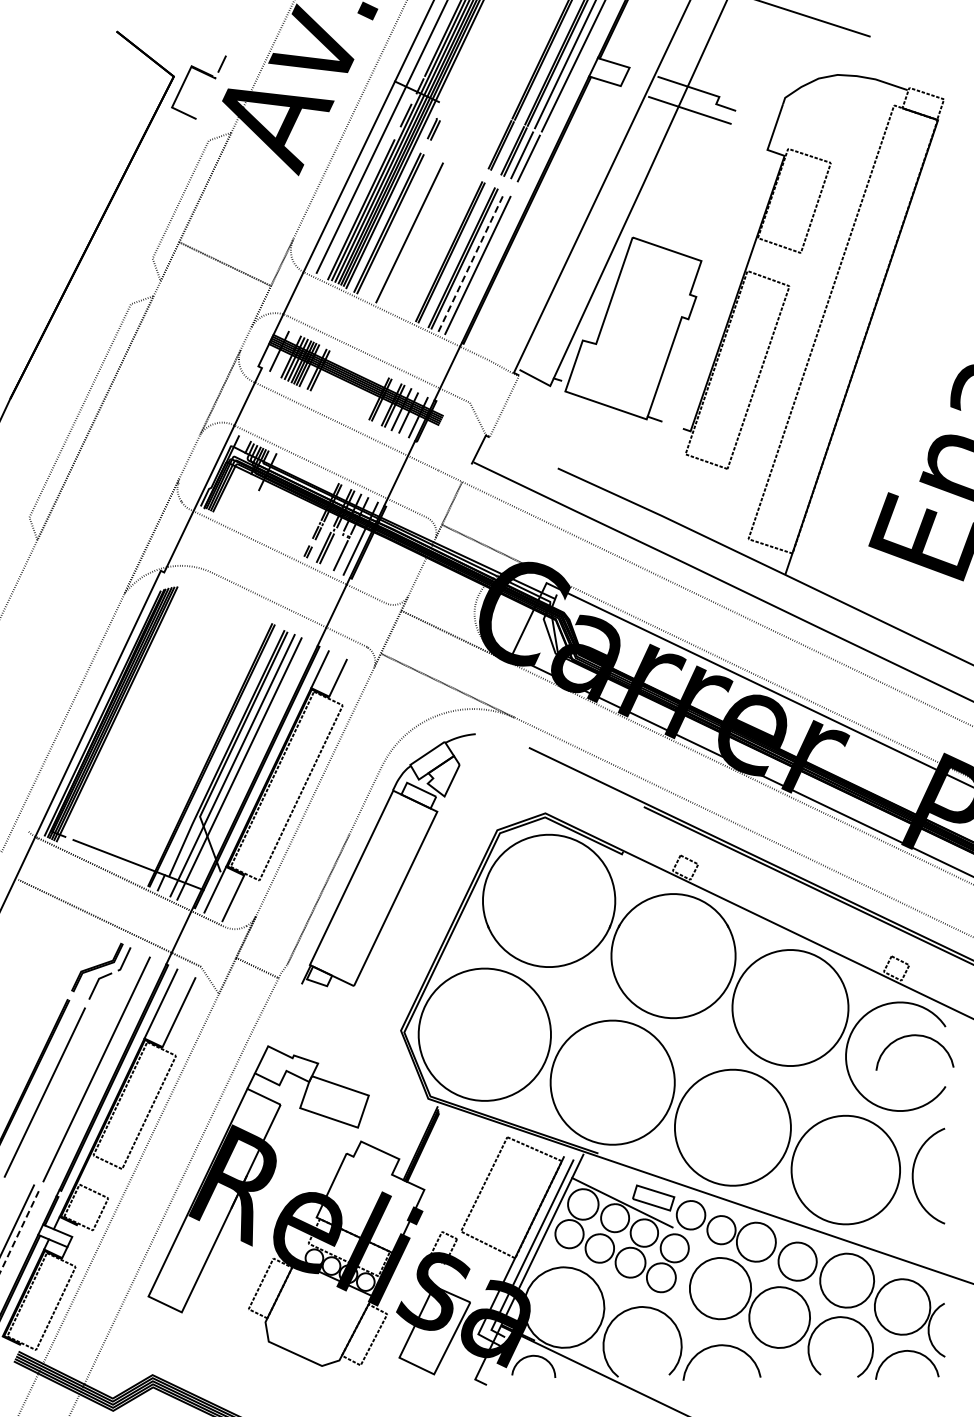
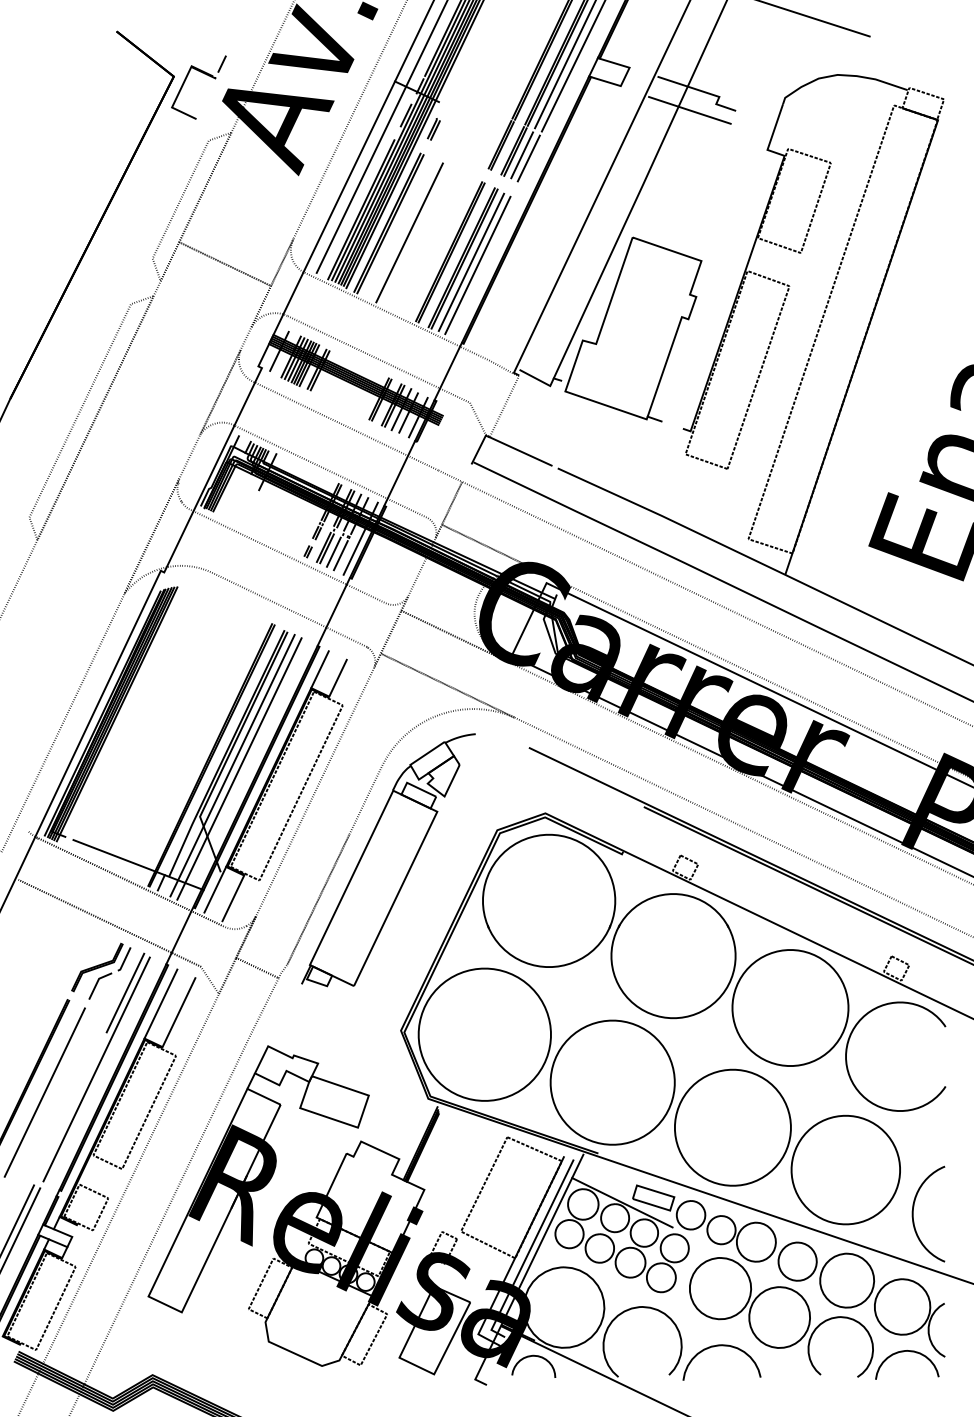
line at (471, 261): dashed -> solid
line at (520, 451): none -> present
line at (333, 551): none -> present
line at (125, 992): none -> present
curve at (914, 1036): present -> none
curve at (913, 1175) position: (913, 1175) -> (913, 1213)
line at (20, 1229): dashed -> solid
